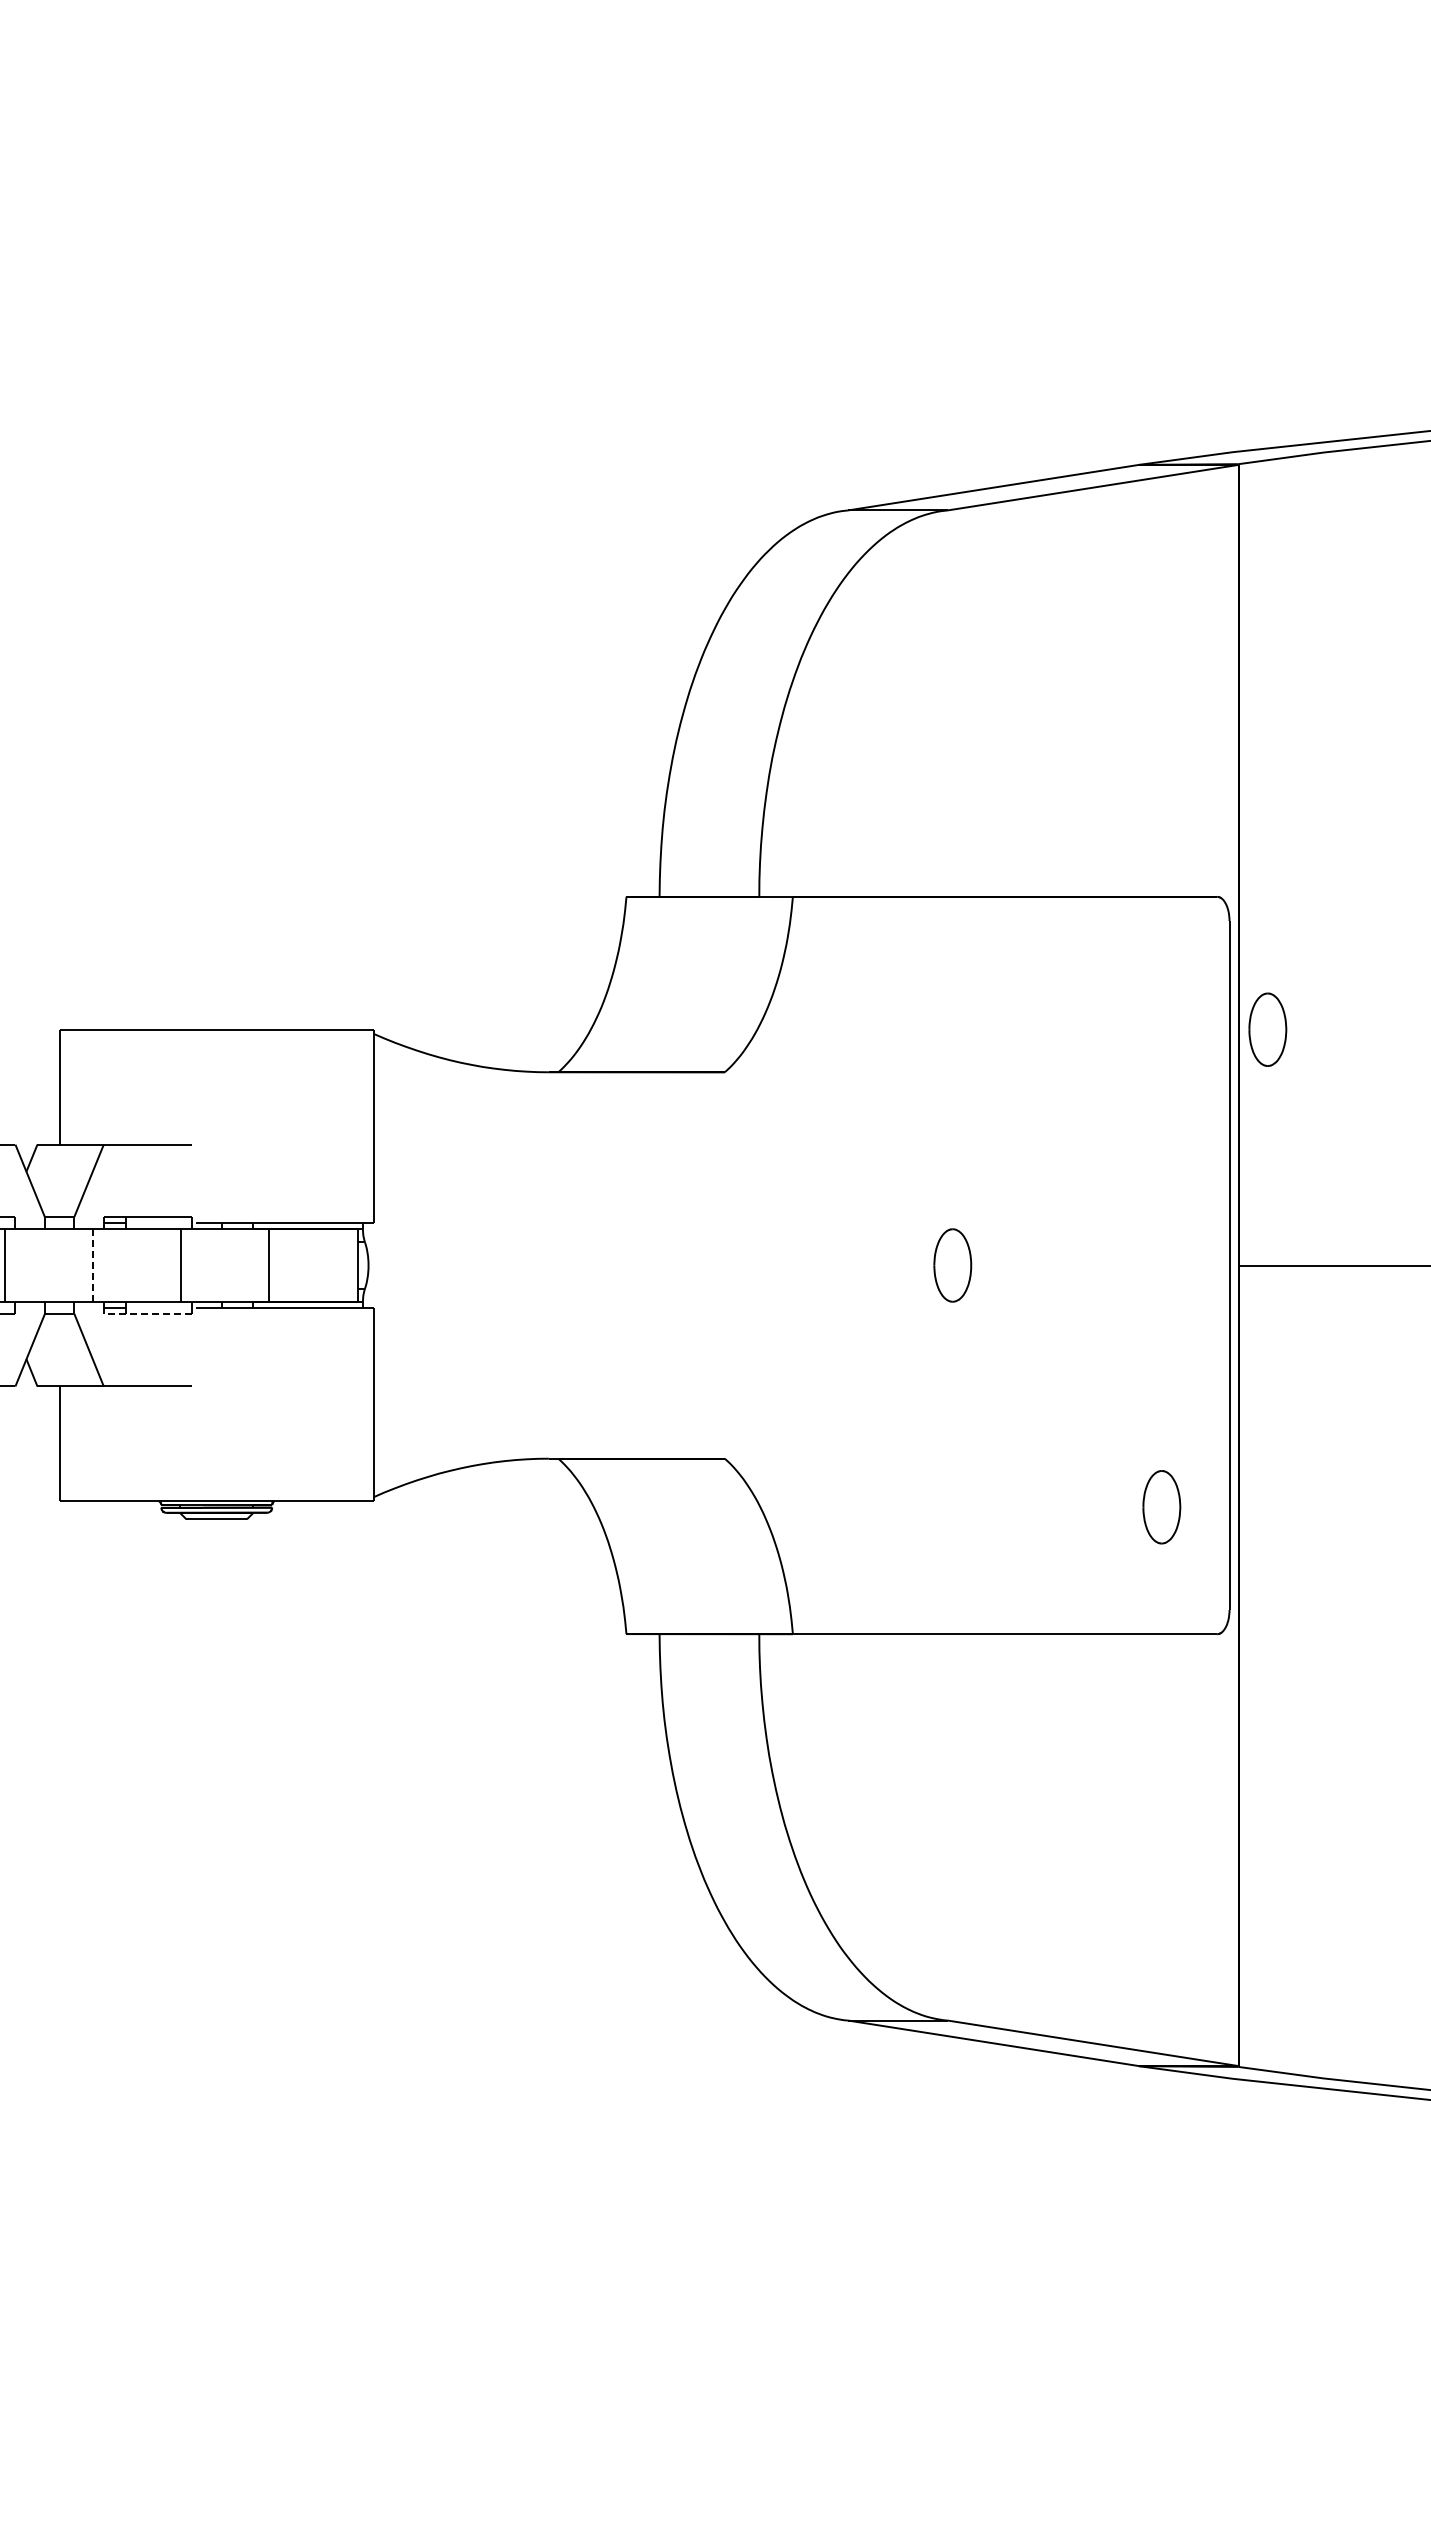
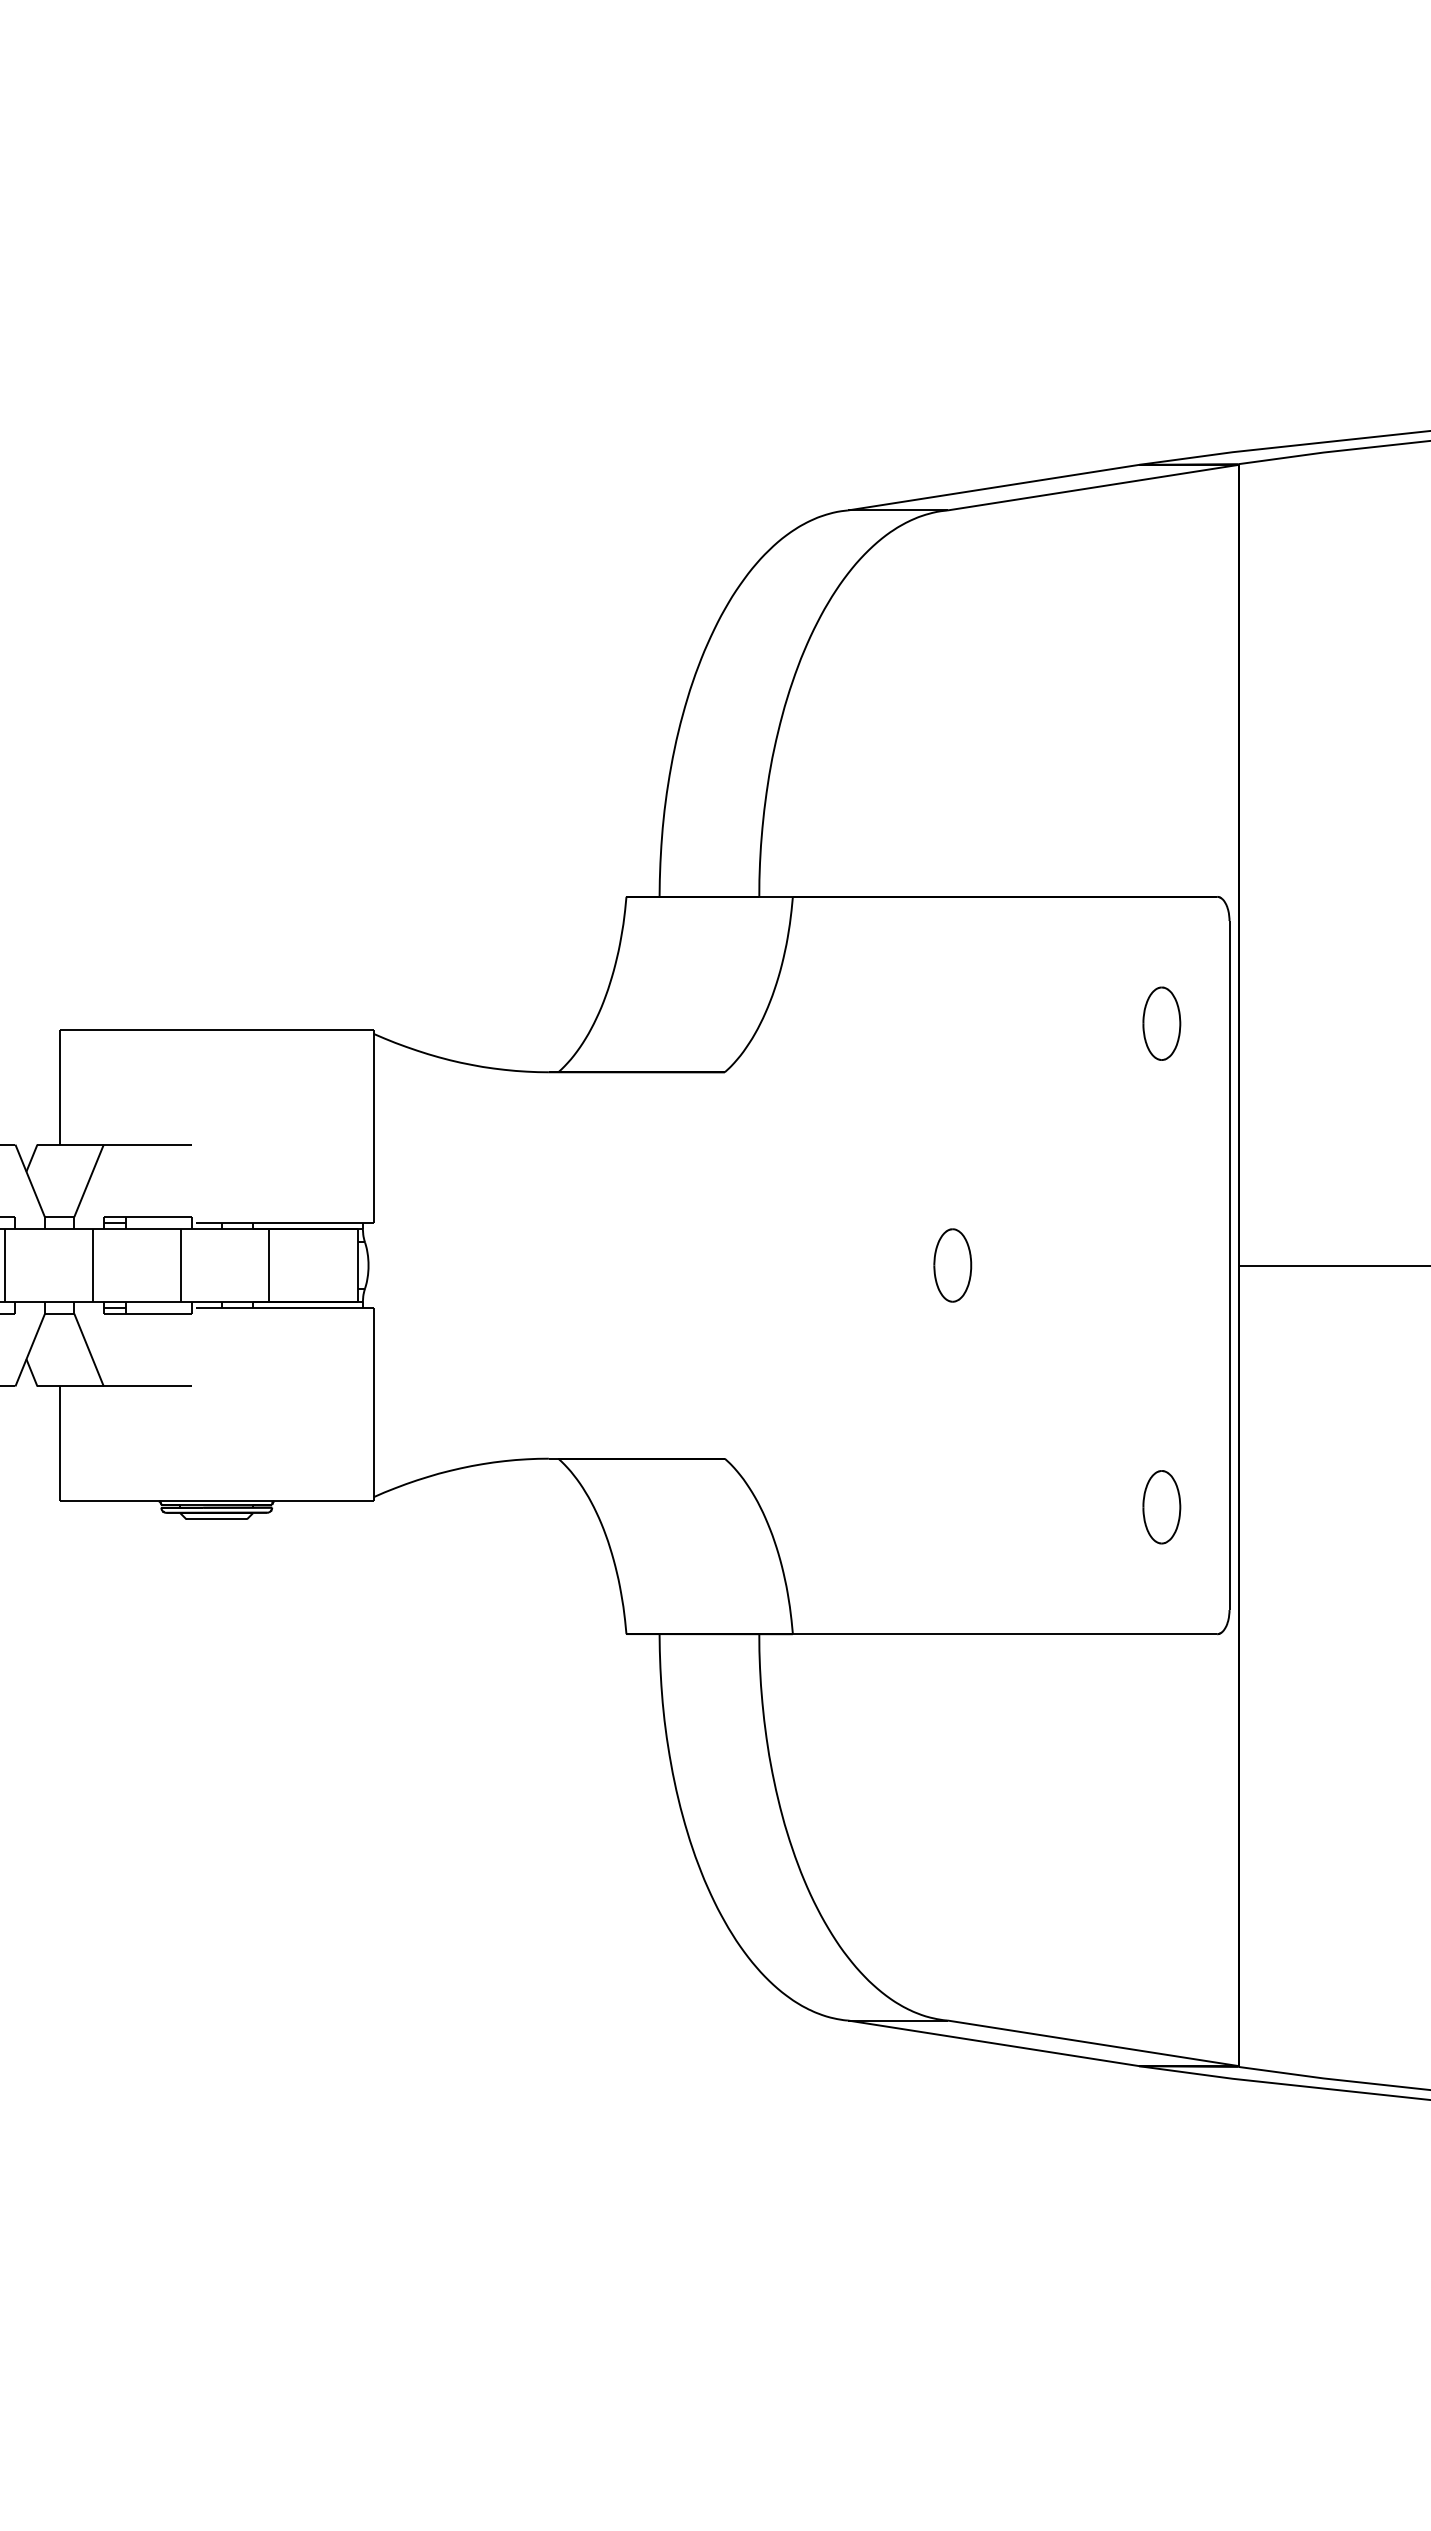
part at (1267, 1029) position: (1267, 1029) -> (1161, 1023)
line at (92, 1264): dashed -> solid
line at (147, 1313): dashed -> solid
